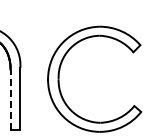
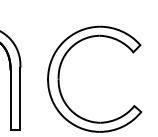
line at (10, 99): dashed -> solid
